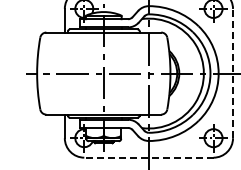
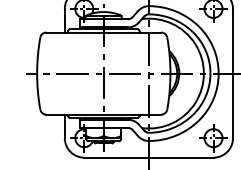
line at (233, 73): dashed -> solid
line at (148, 157): dashed -> solid
